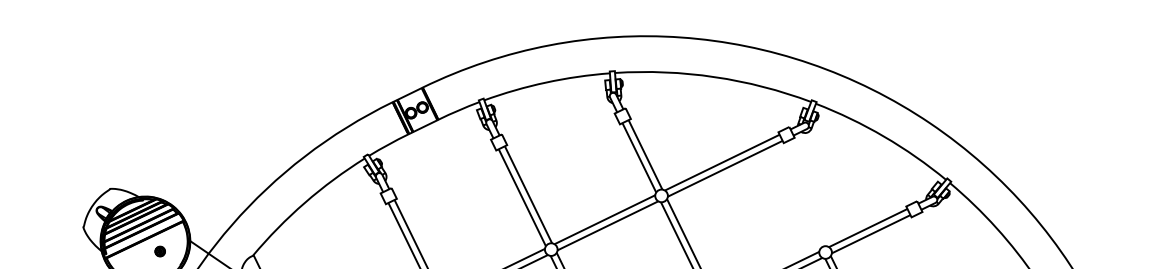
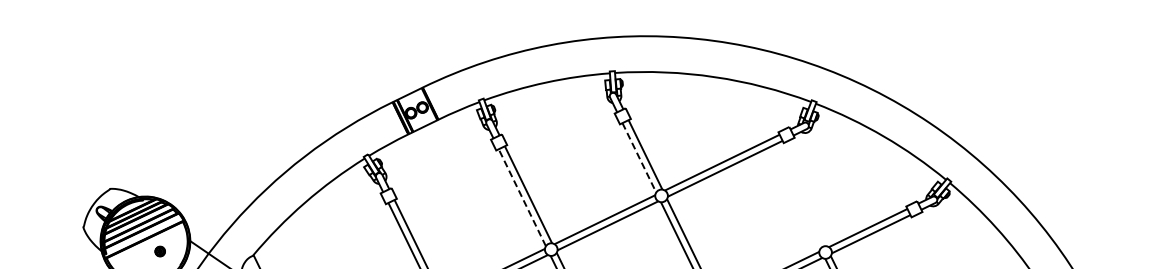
line at (639, 157): solid -> dashed
line at (522, 197): solid -> dashed
